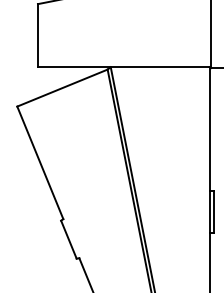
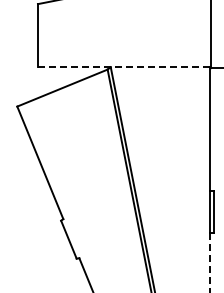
line at (123, 67): solid -> dashed
line at (209, 262): solid -> dashed
